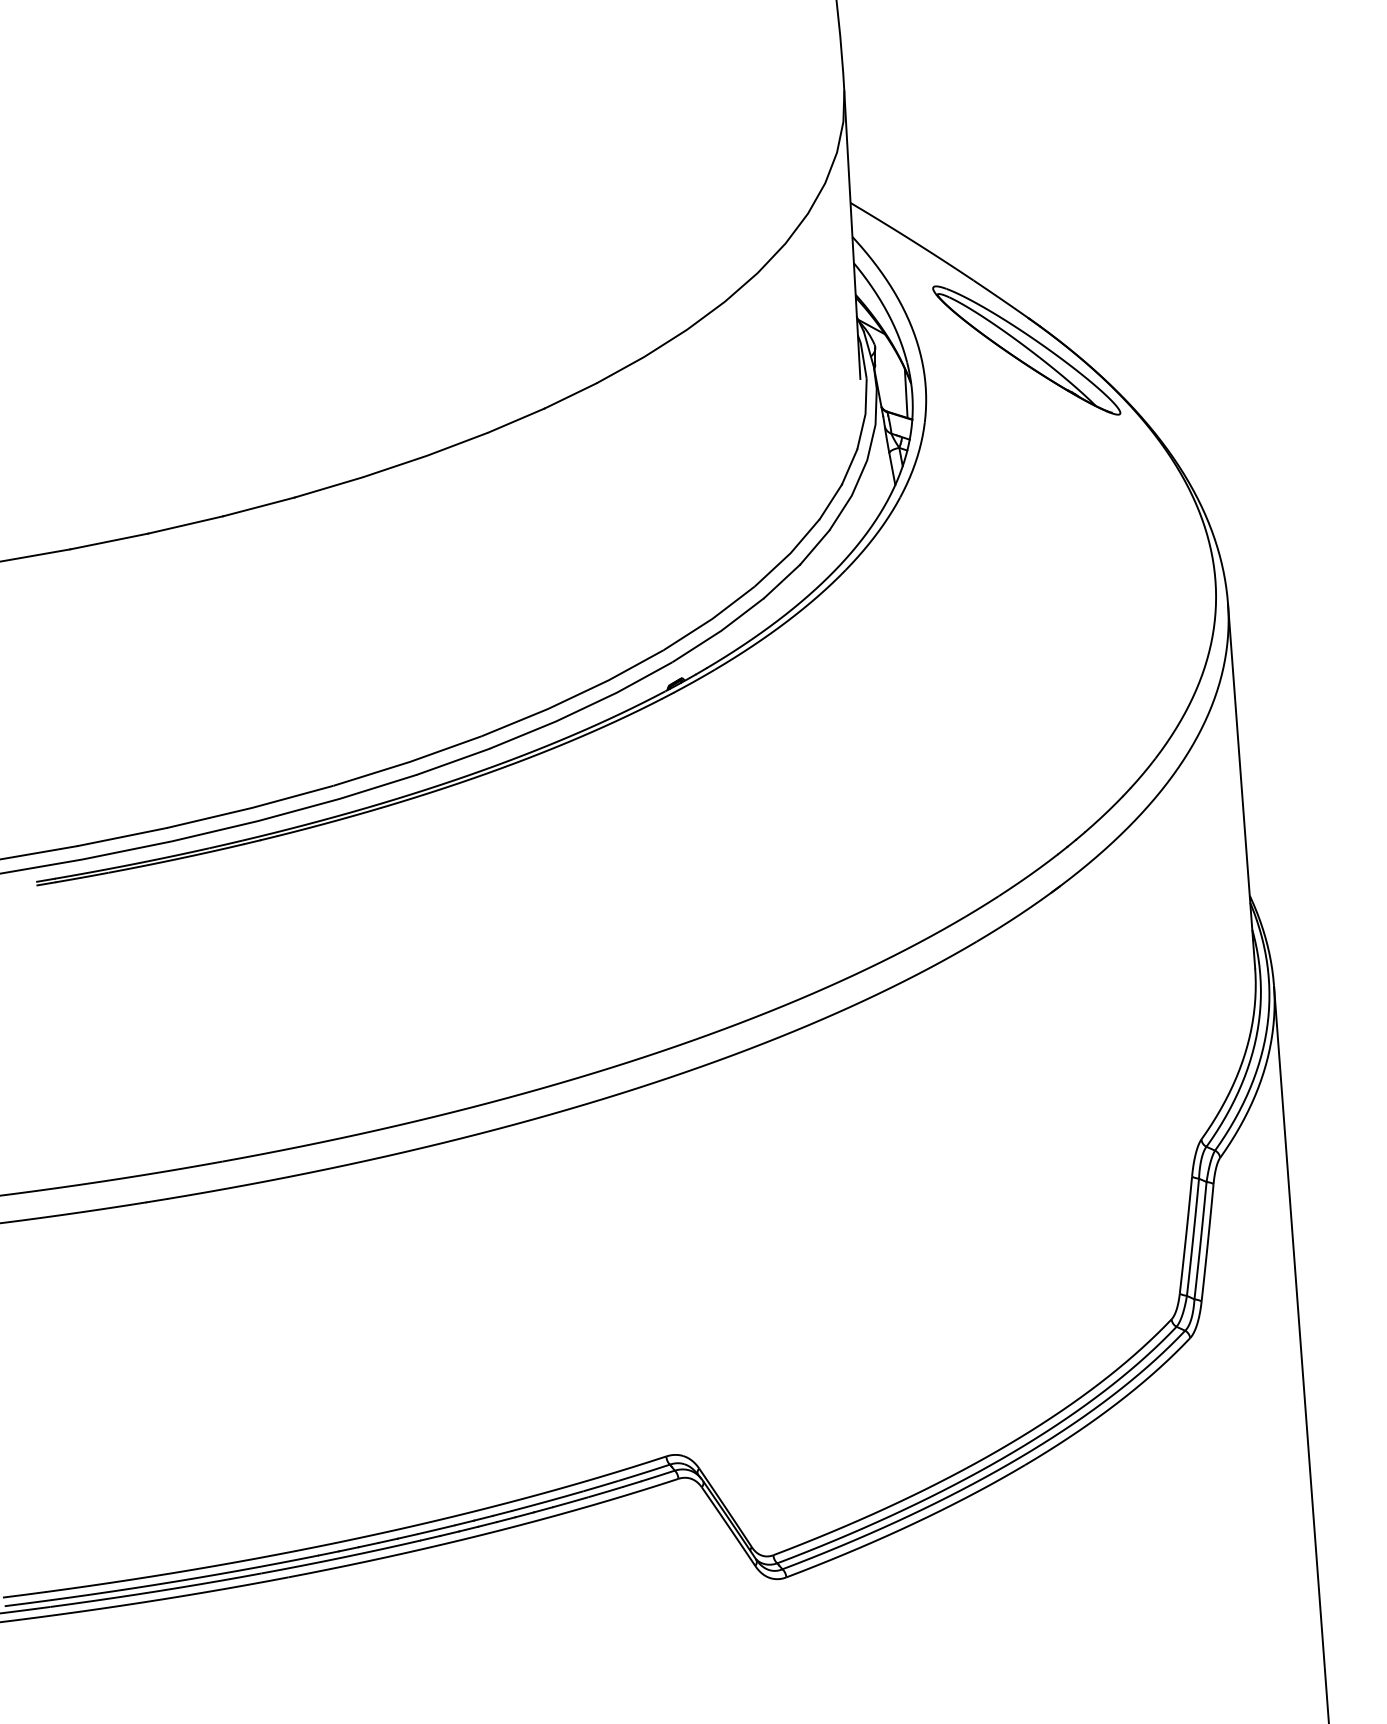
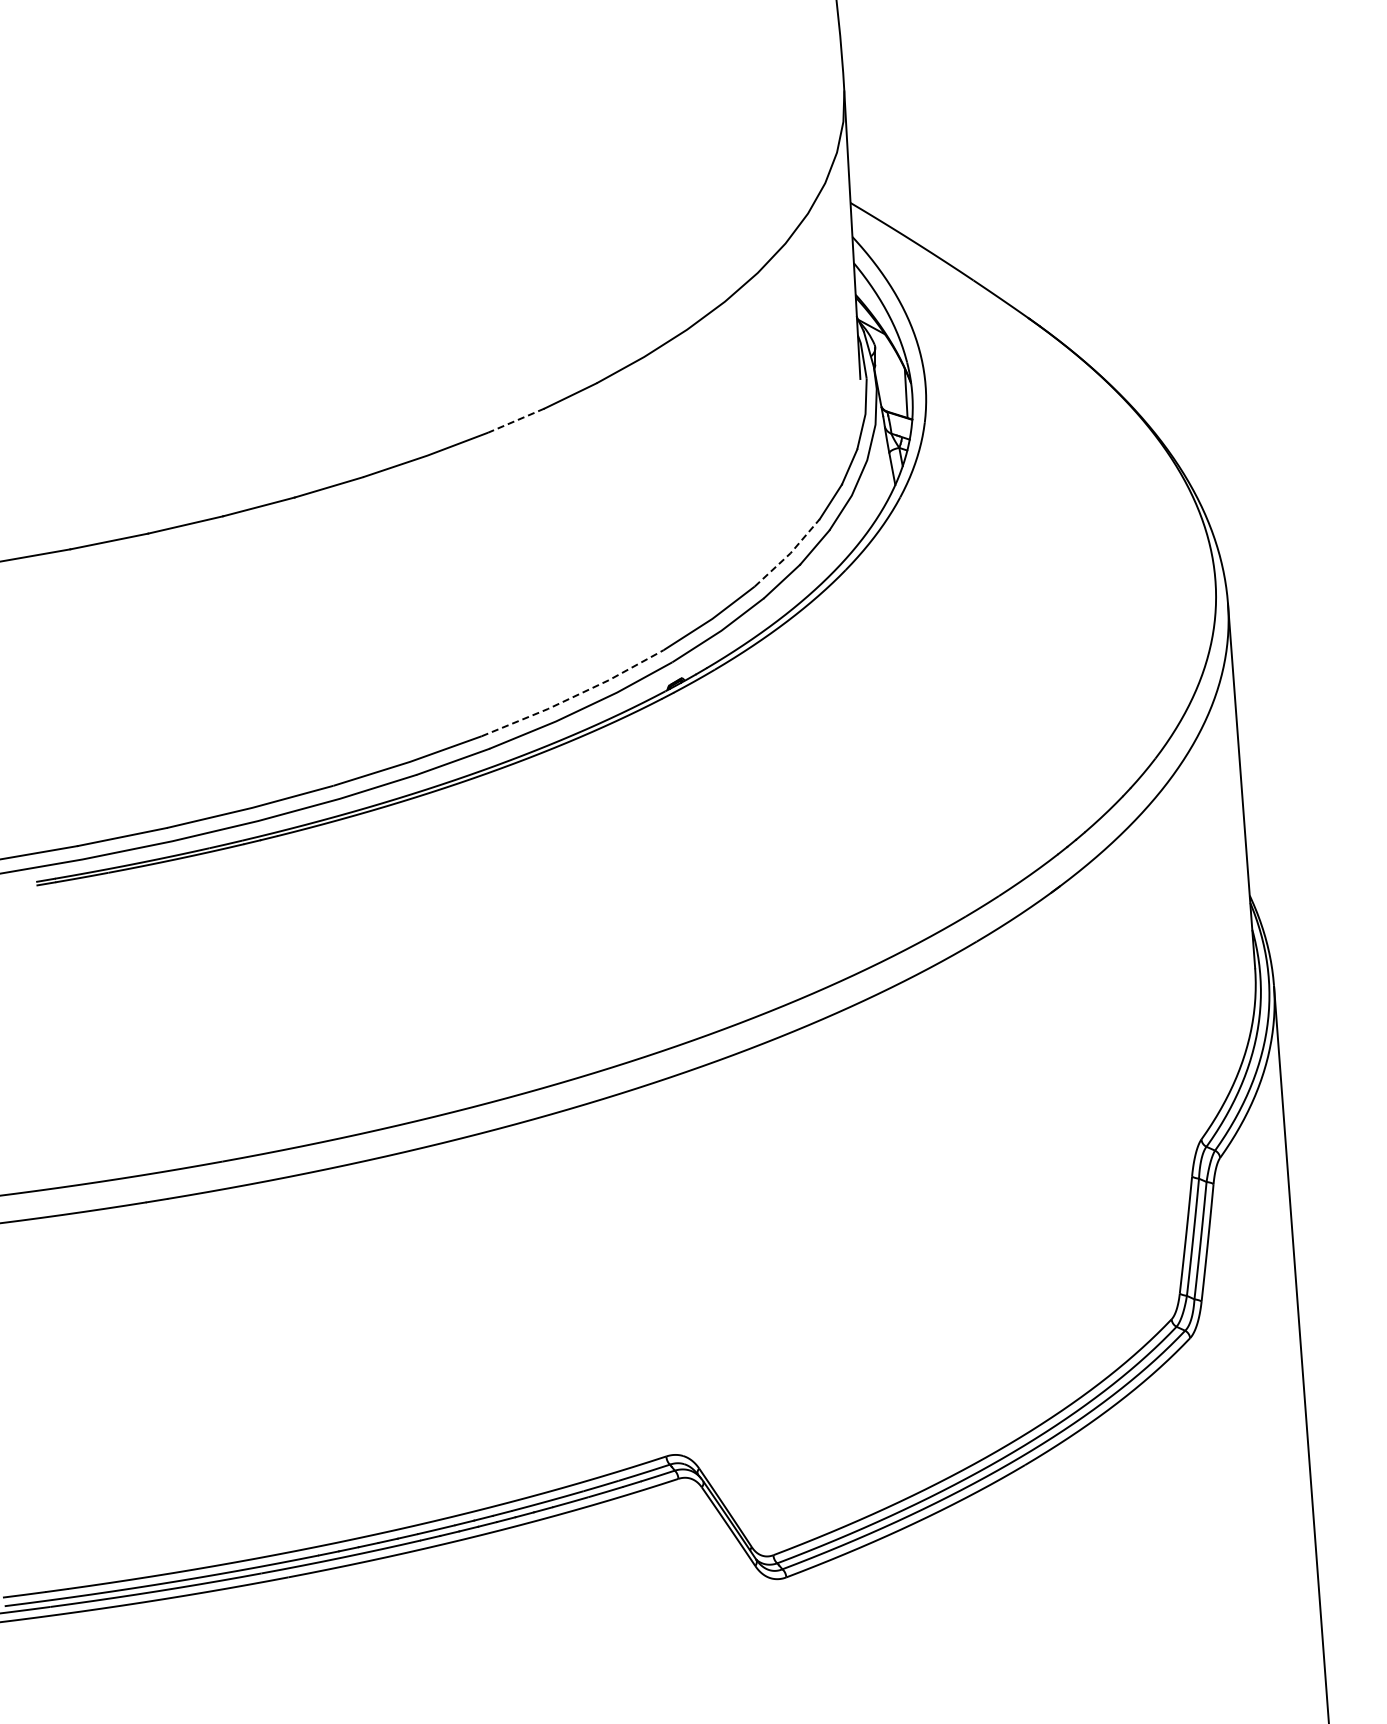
part at (1026, 350): present -> none
line at (516, 420): solid -> dashed
line at (789, 553): solid -> dashed
line at (574, 696): solid -> dashed
